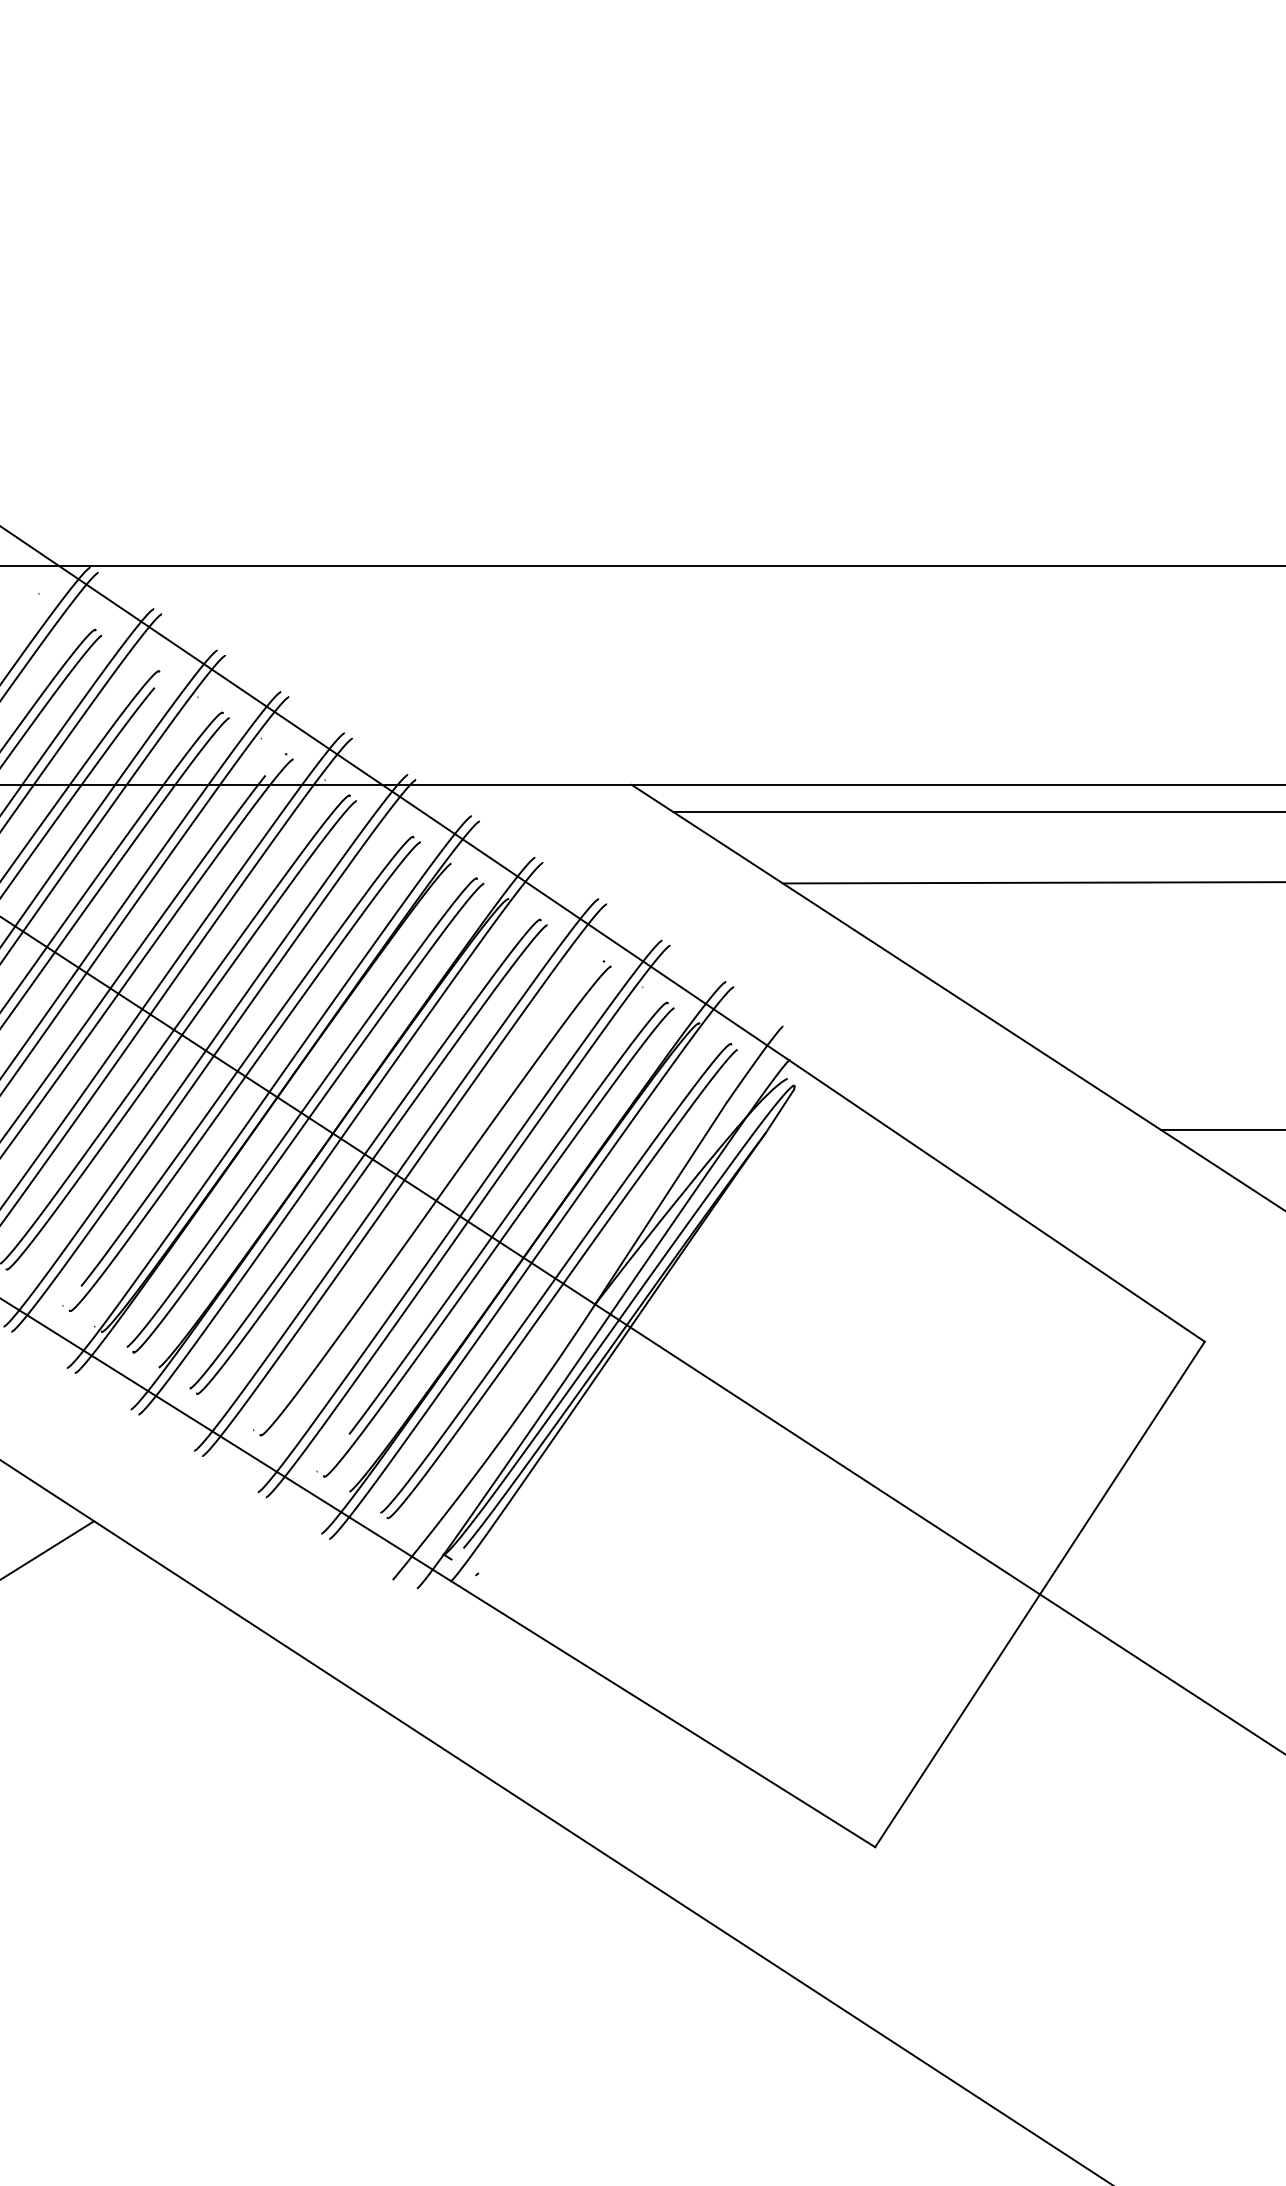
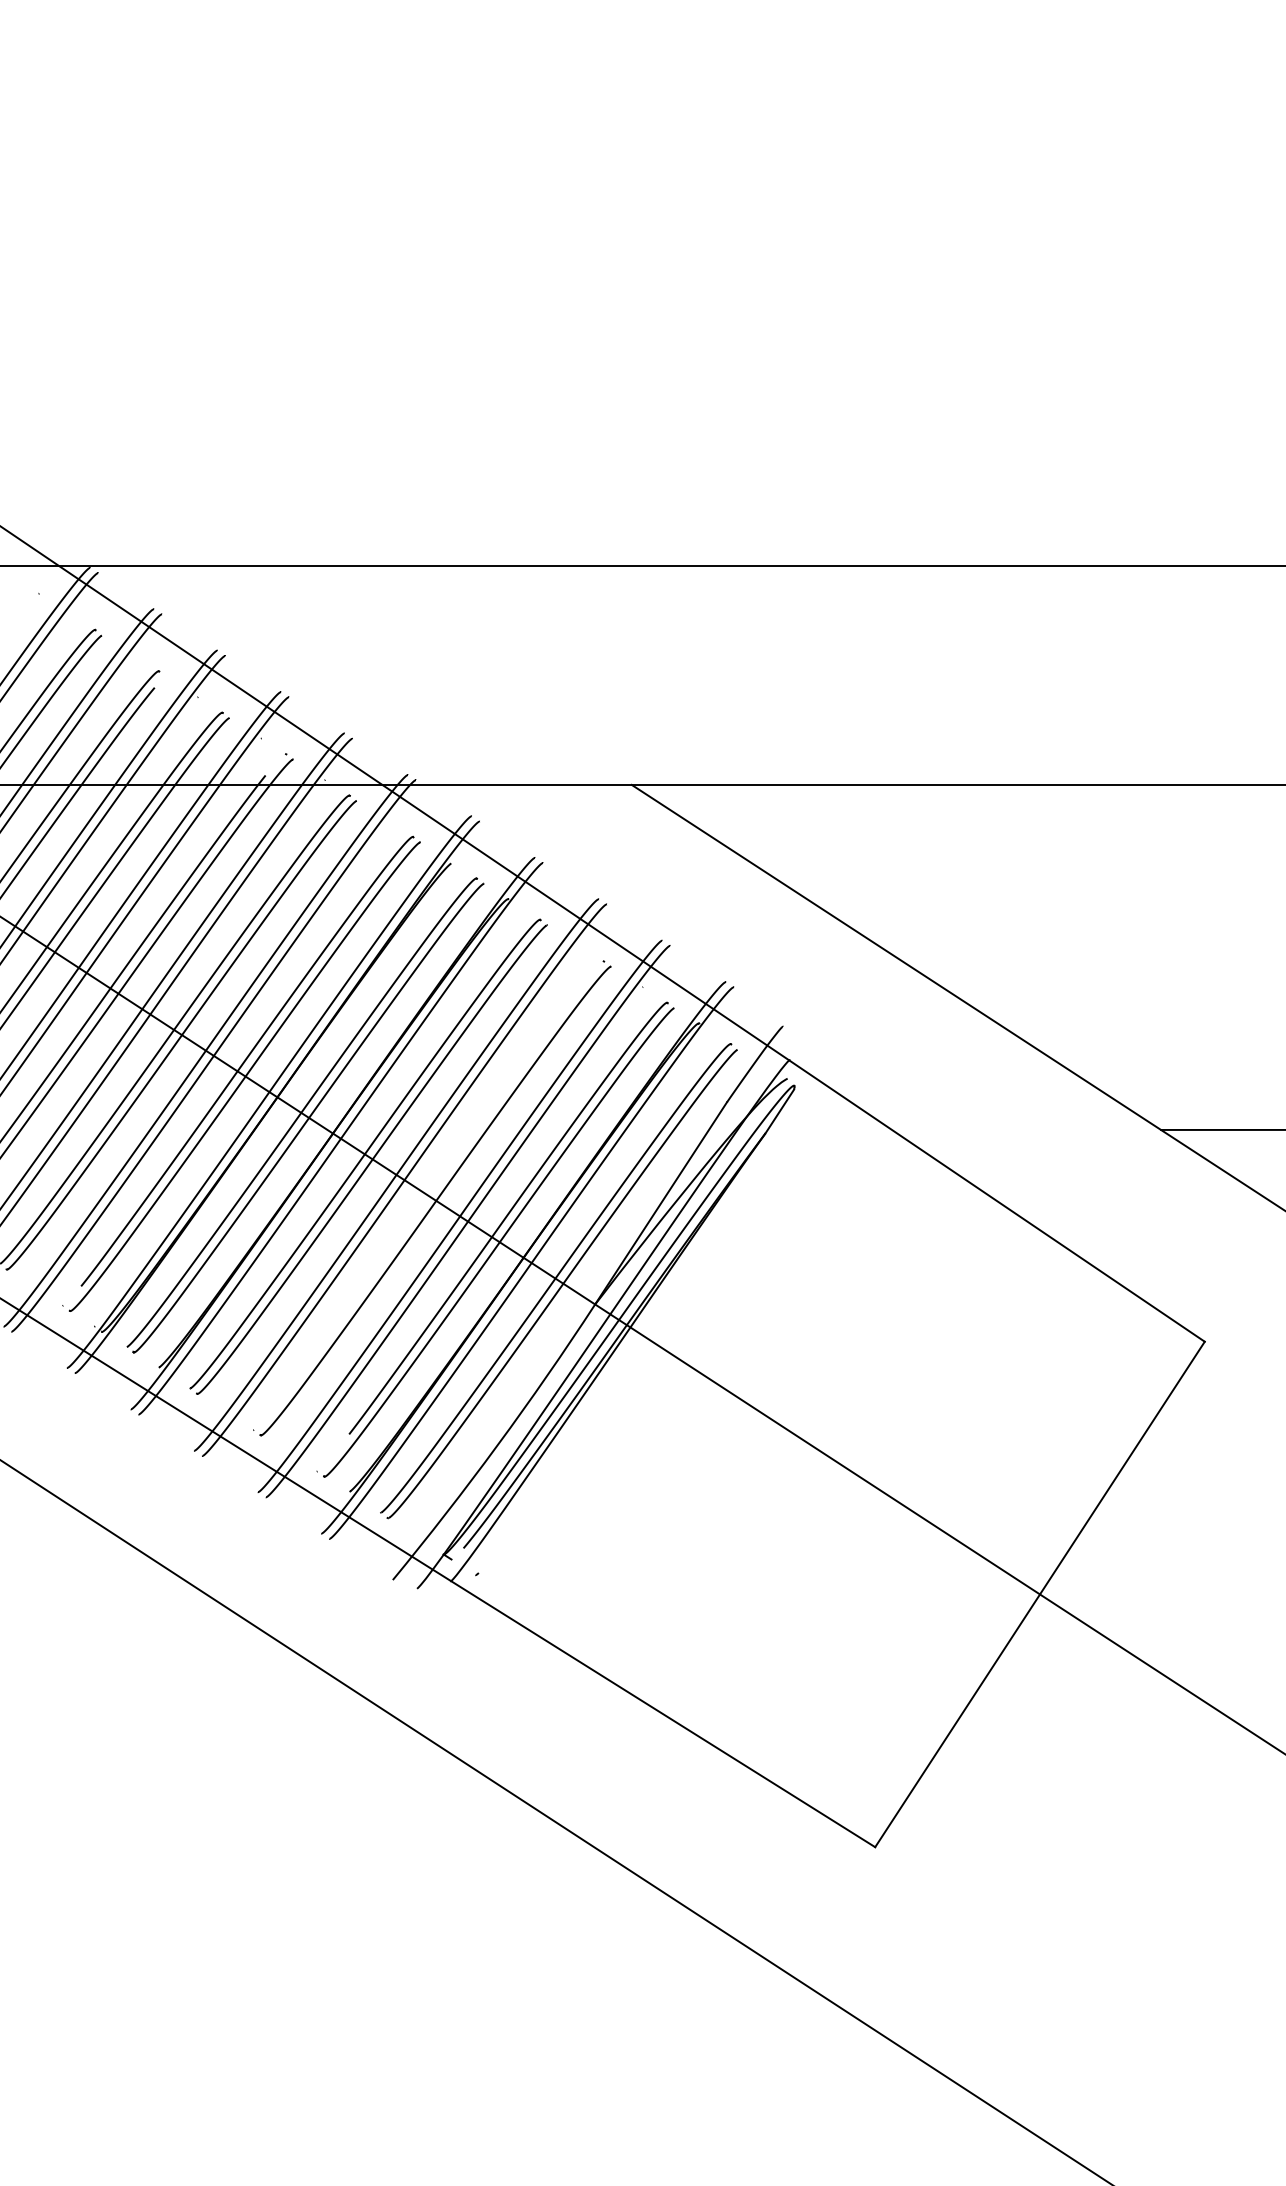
line at (977, 812): present -> none
line at (1032, 882): present -> none
line at (48, 1549): present -> none
